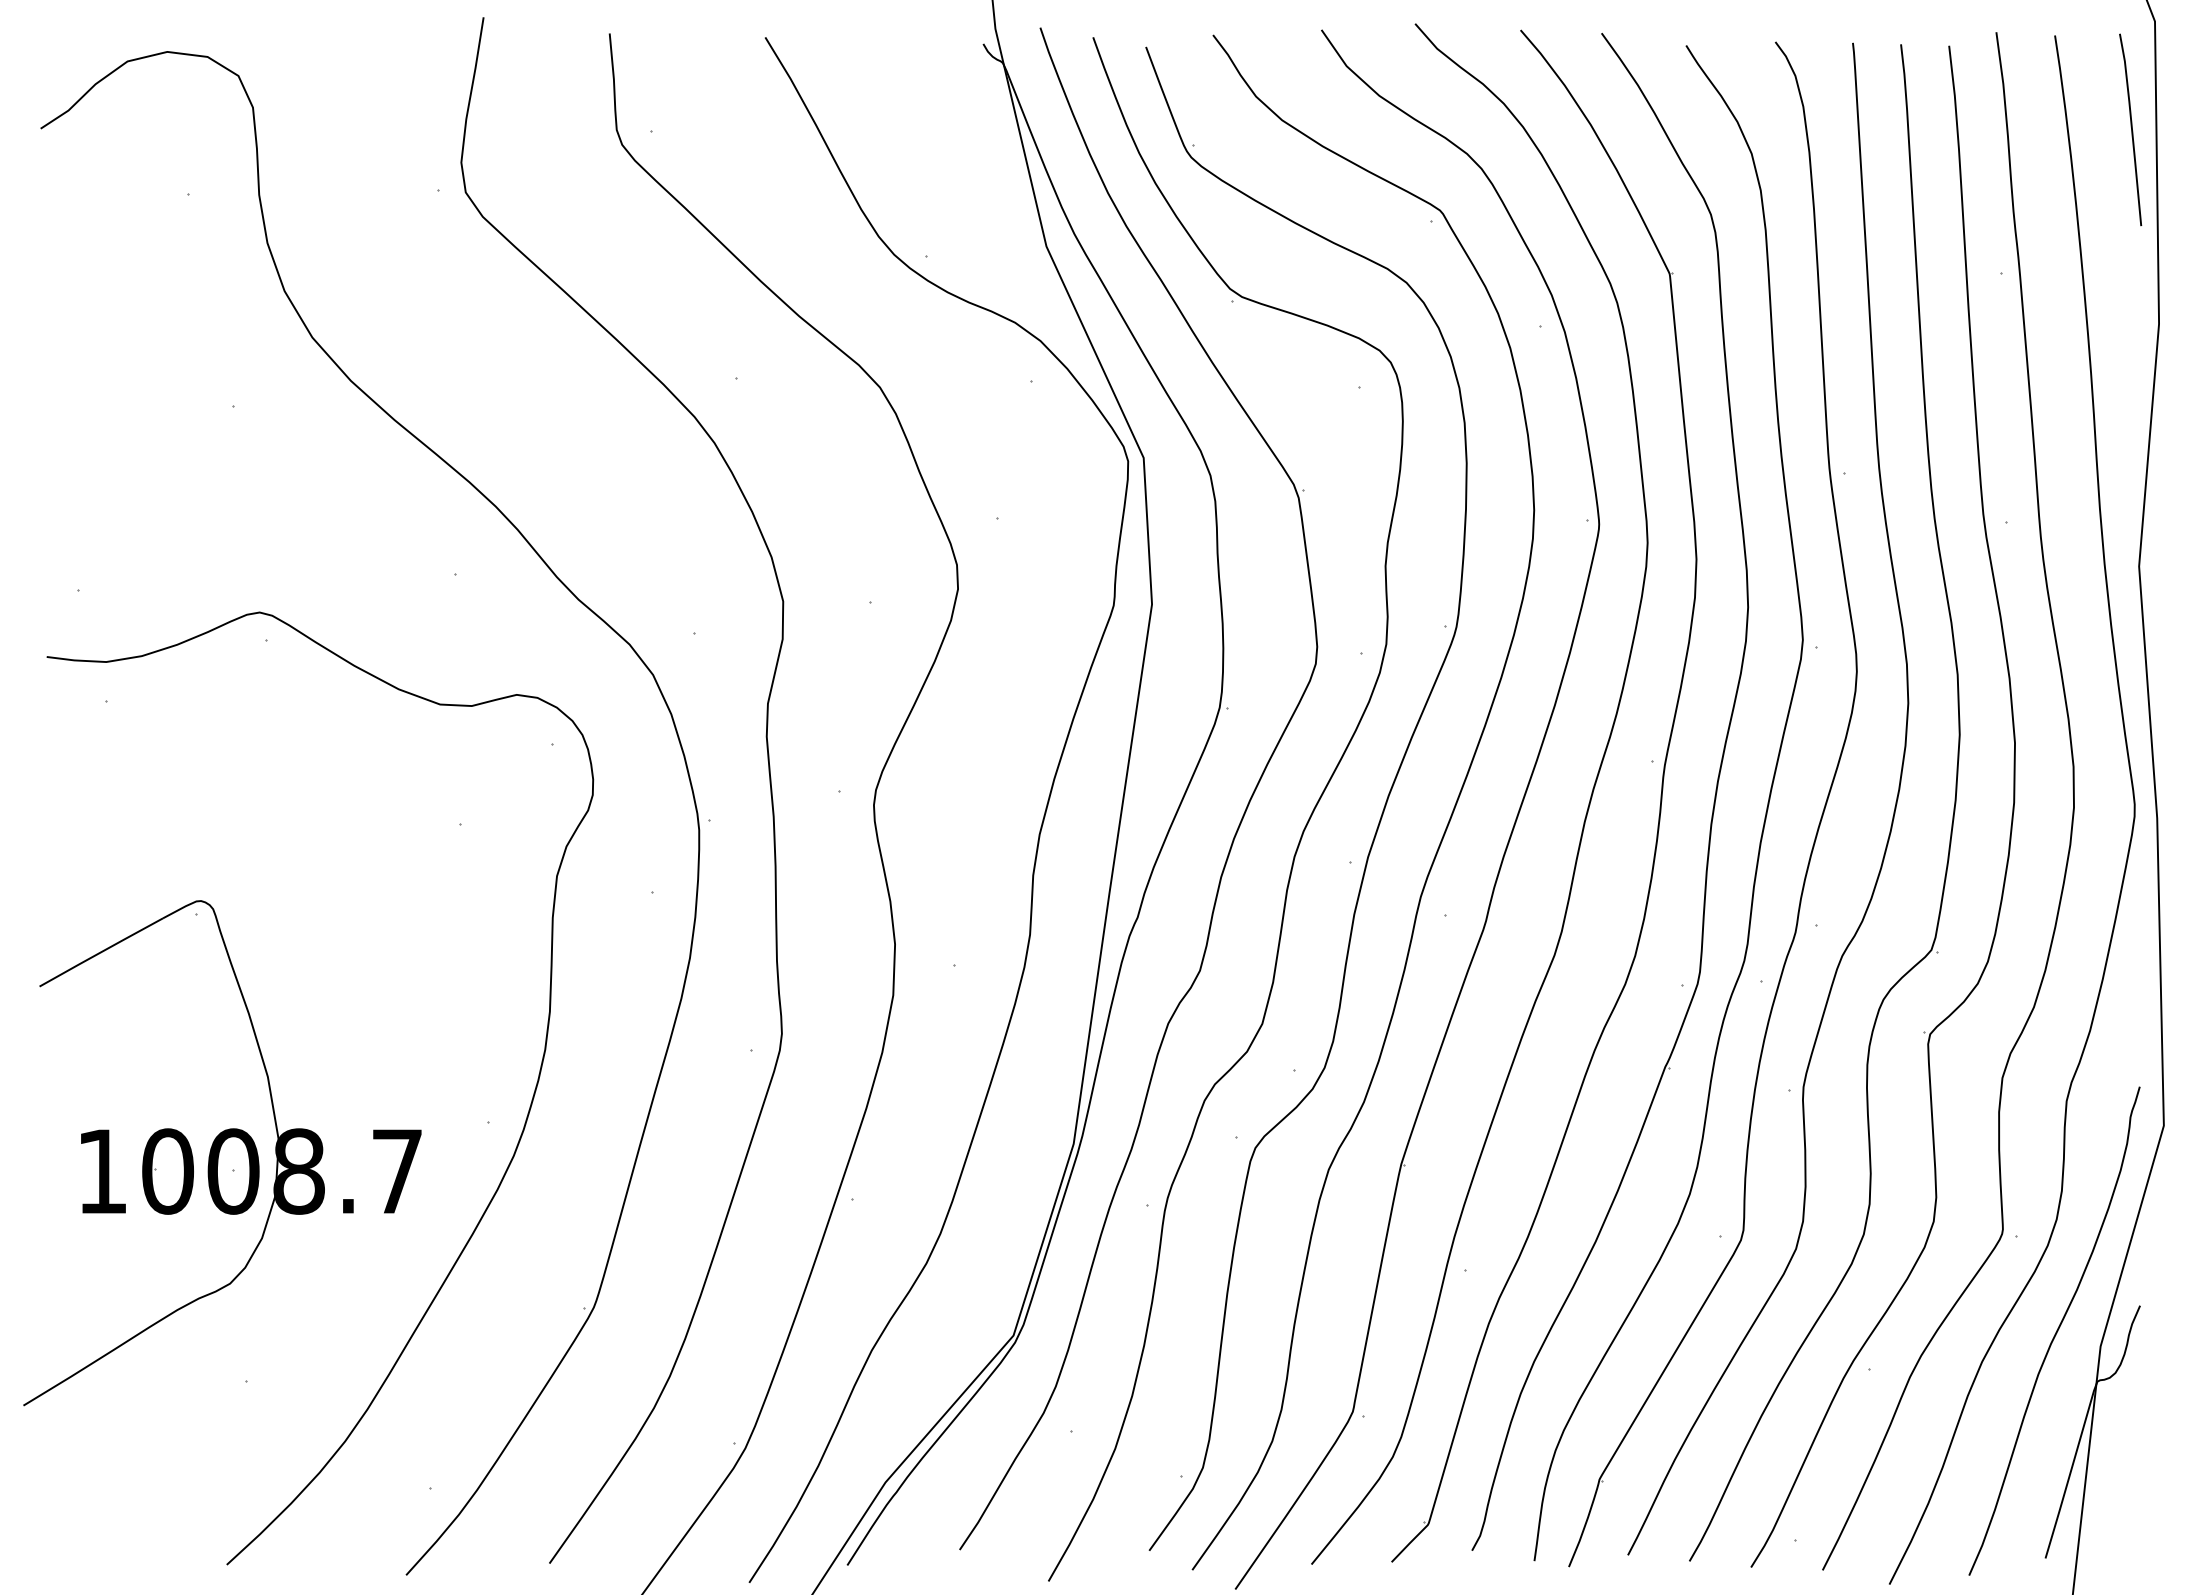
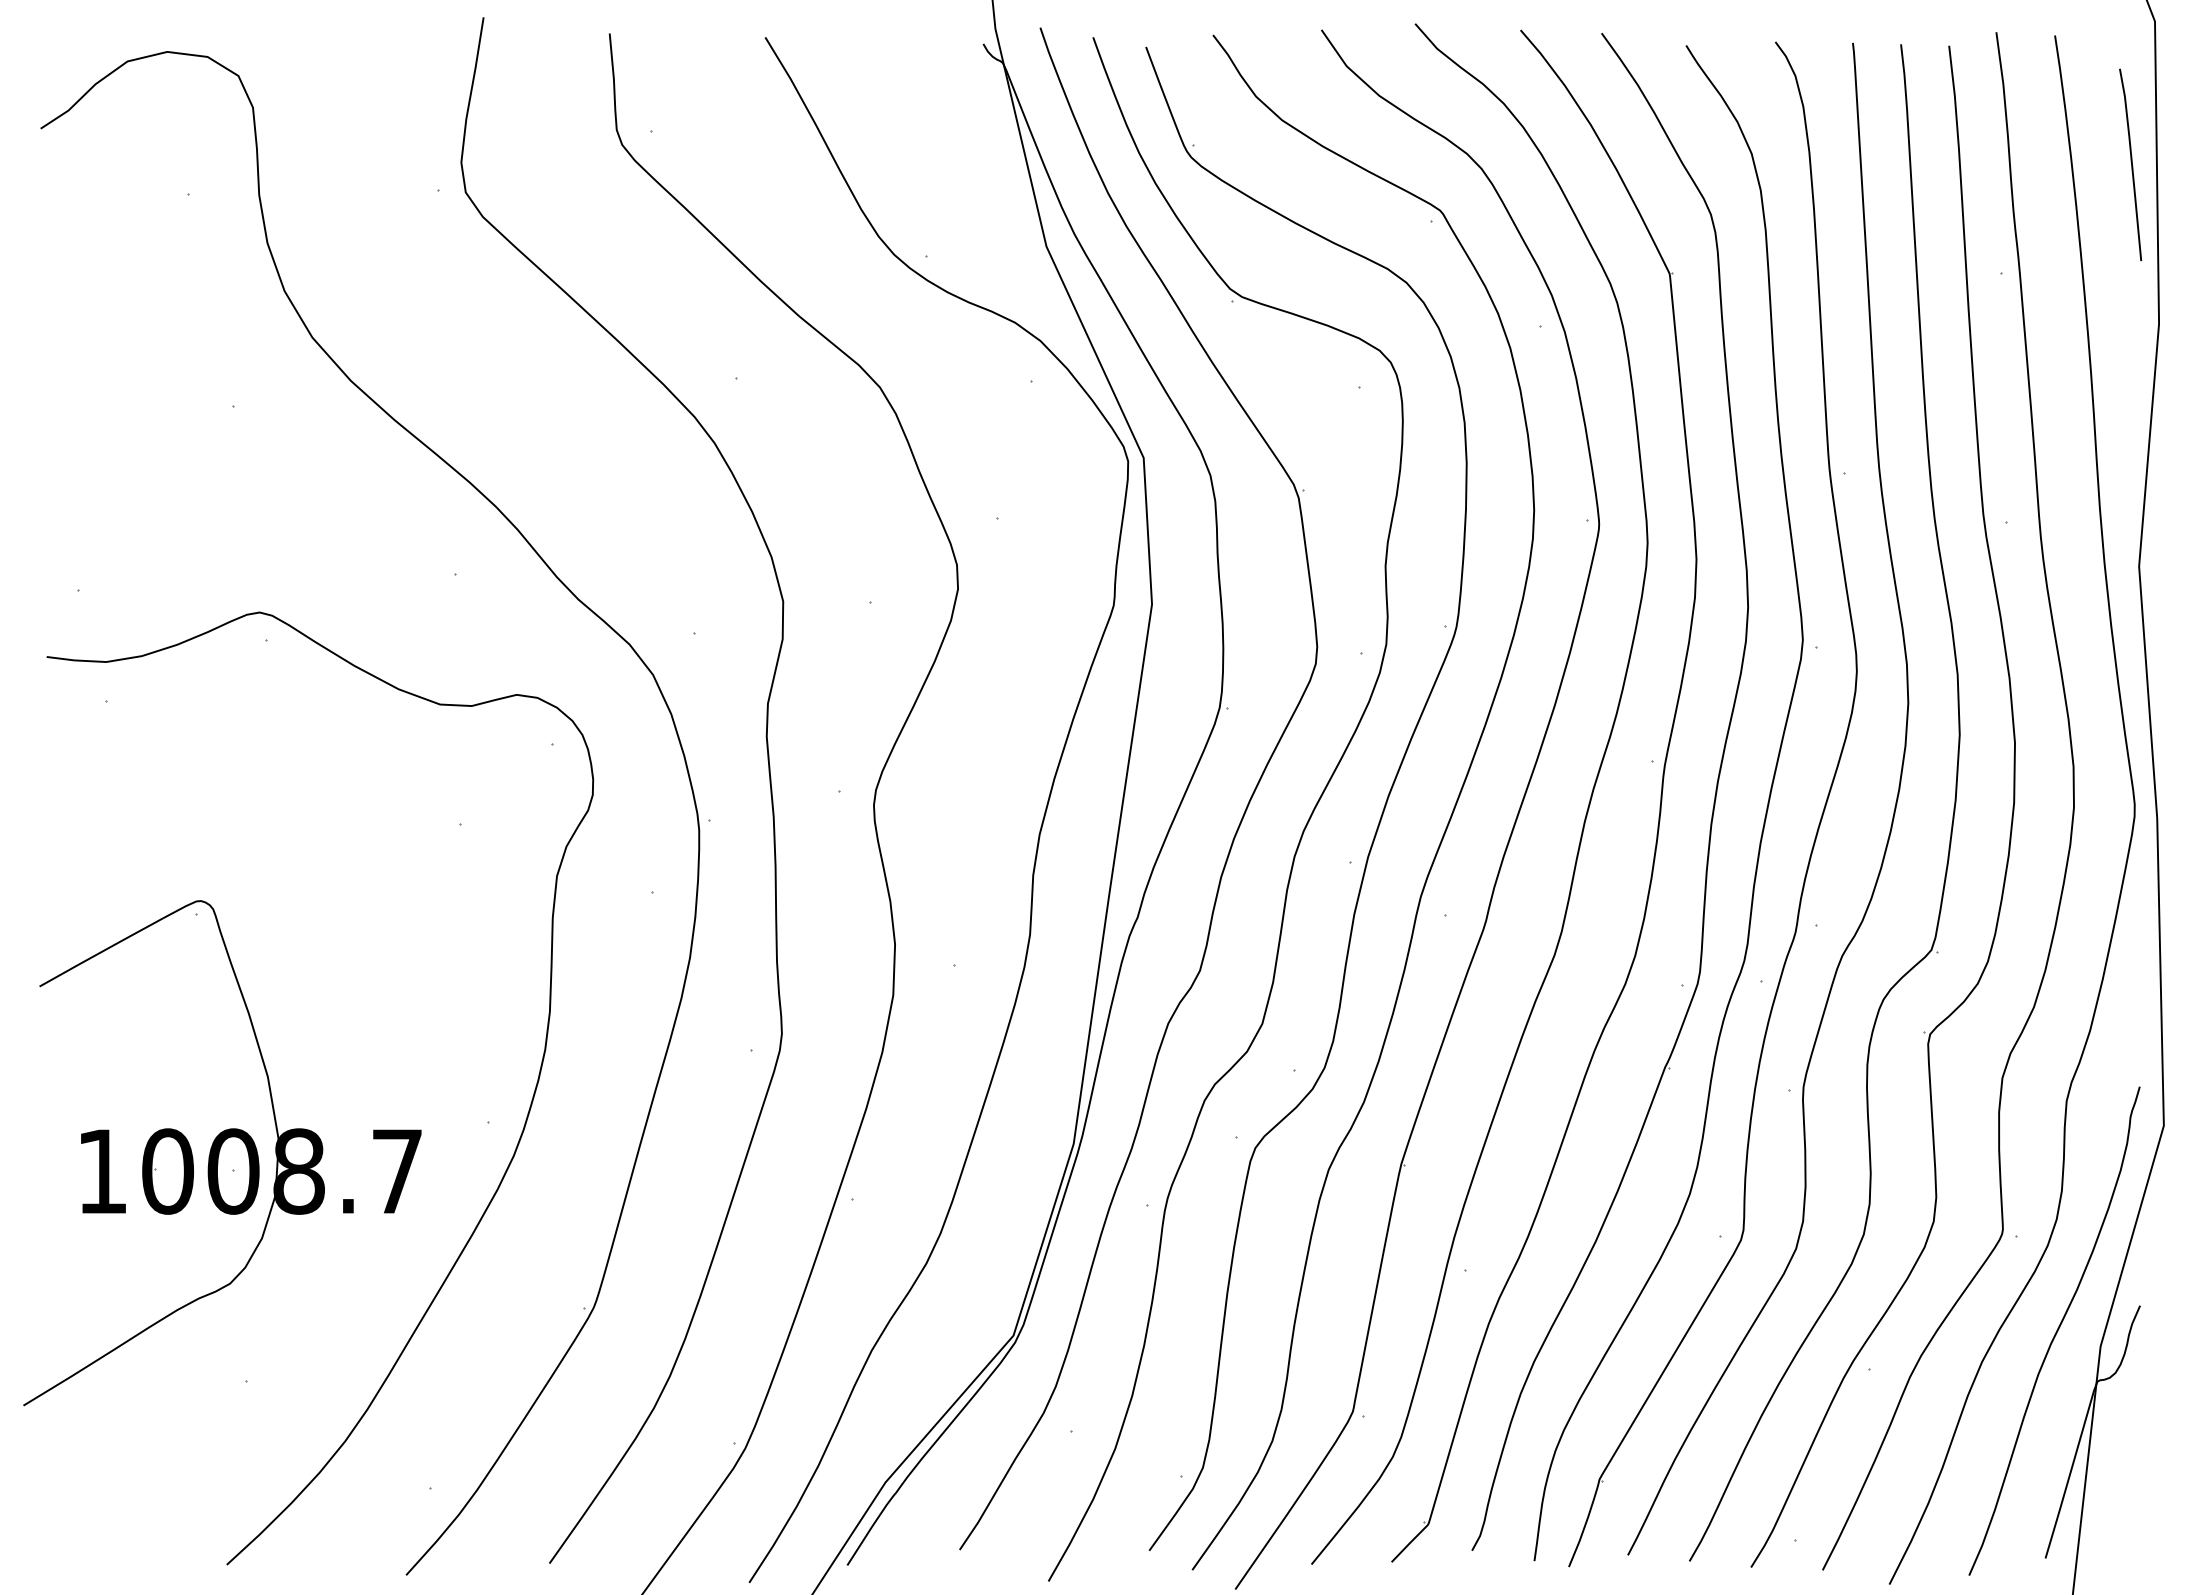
line at (2131, 129) position: (2131, 129) -> (2131, 164)
